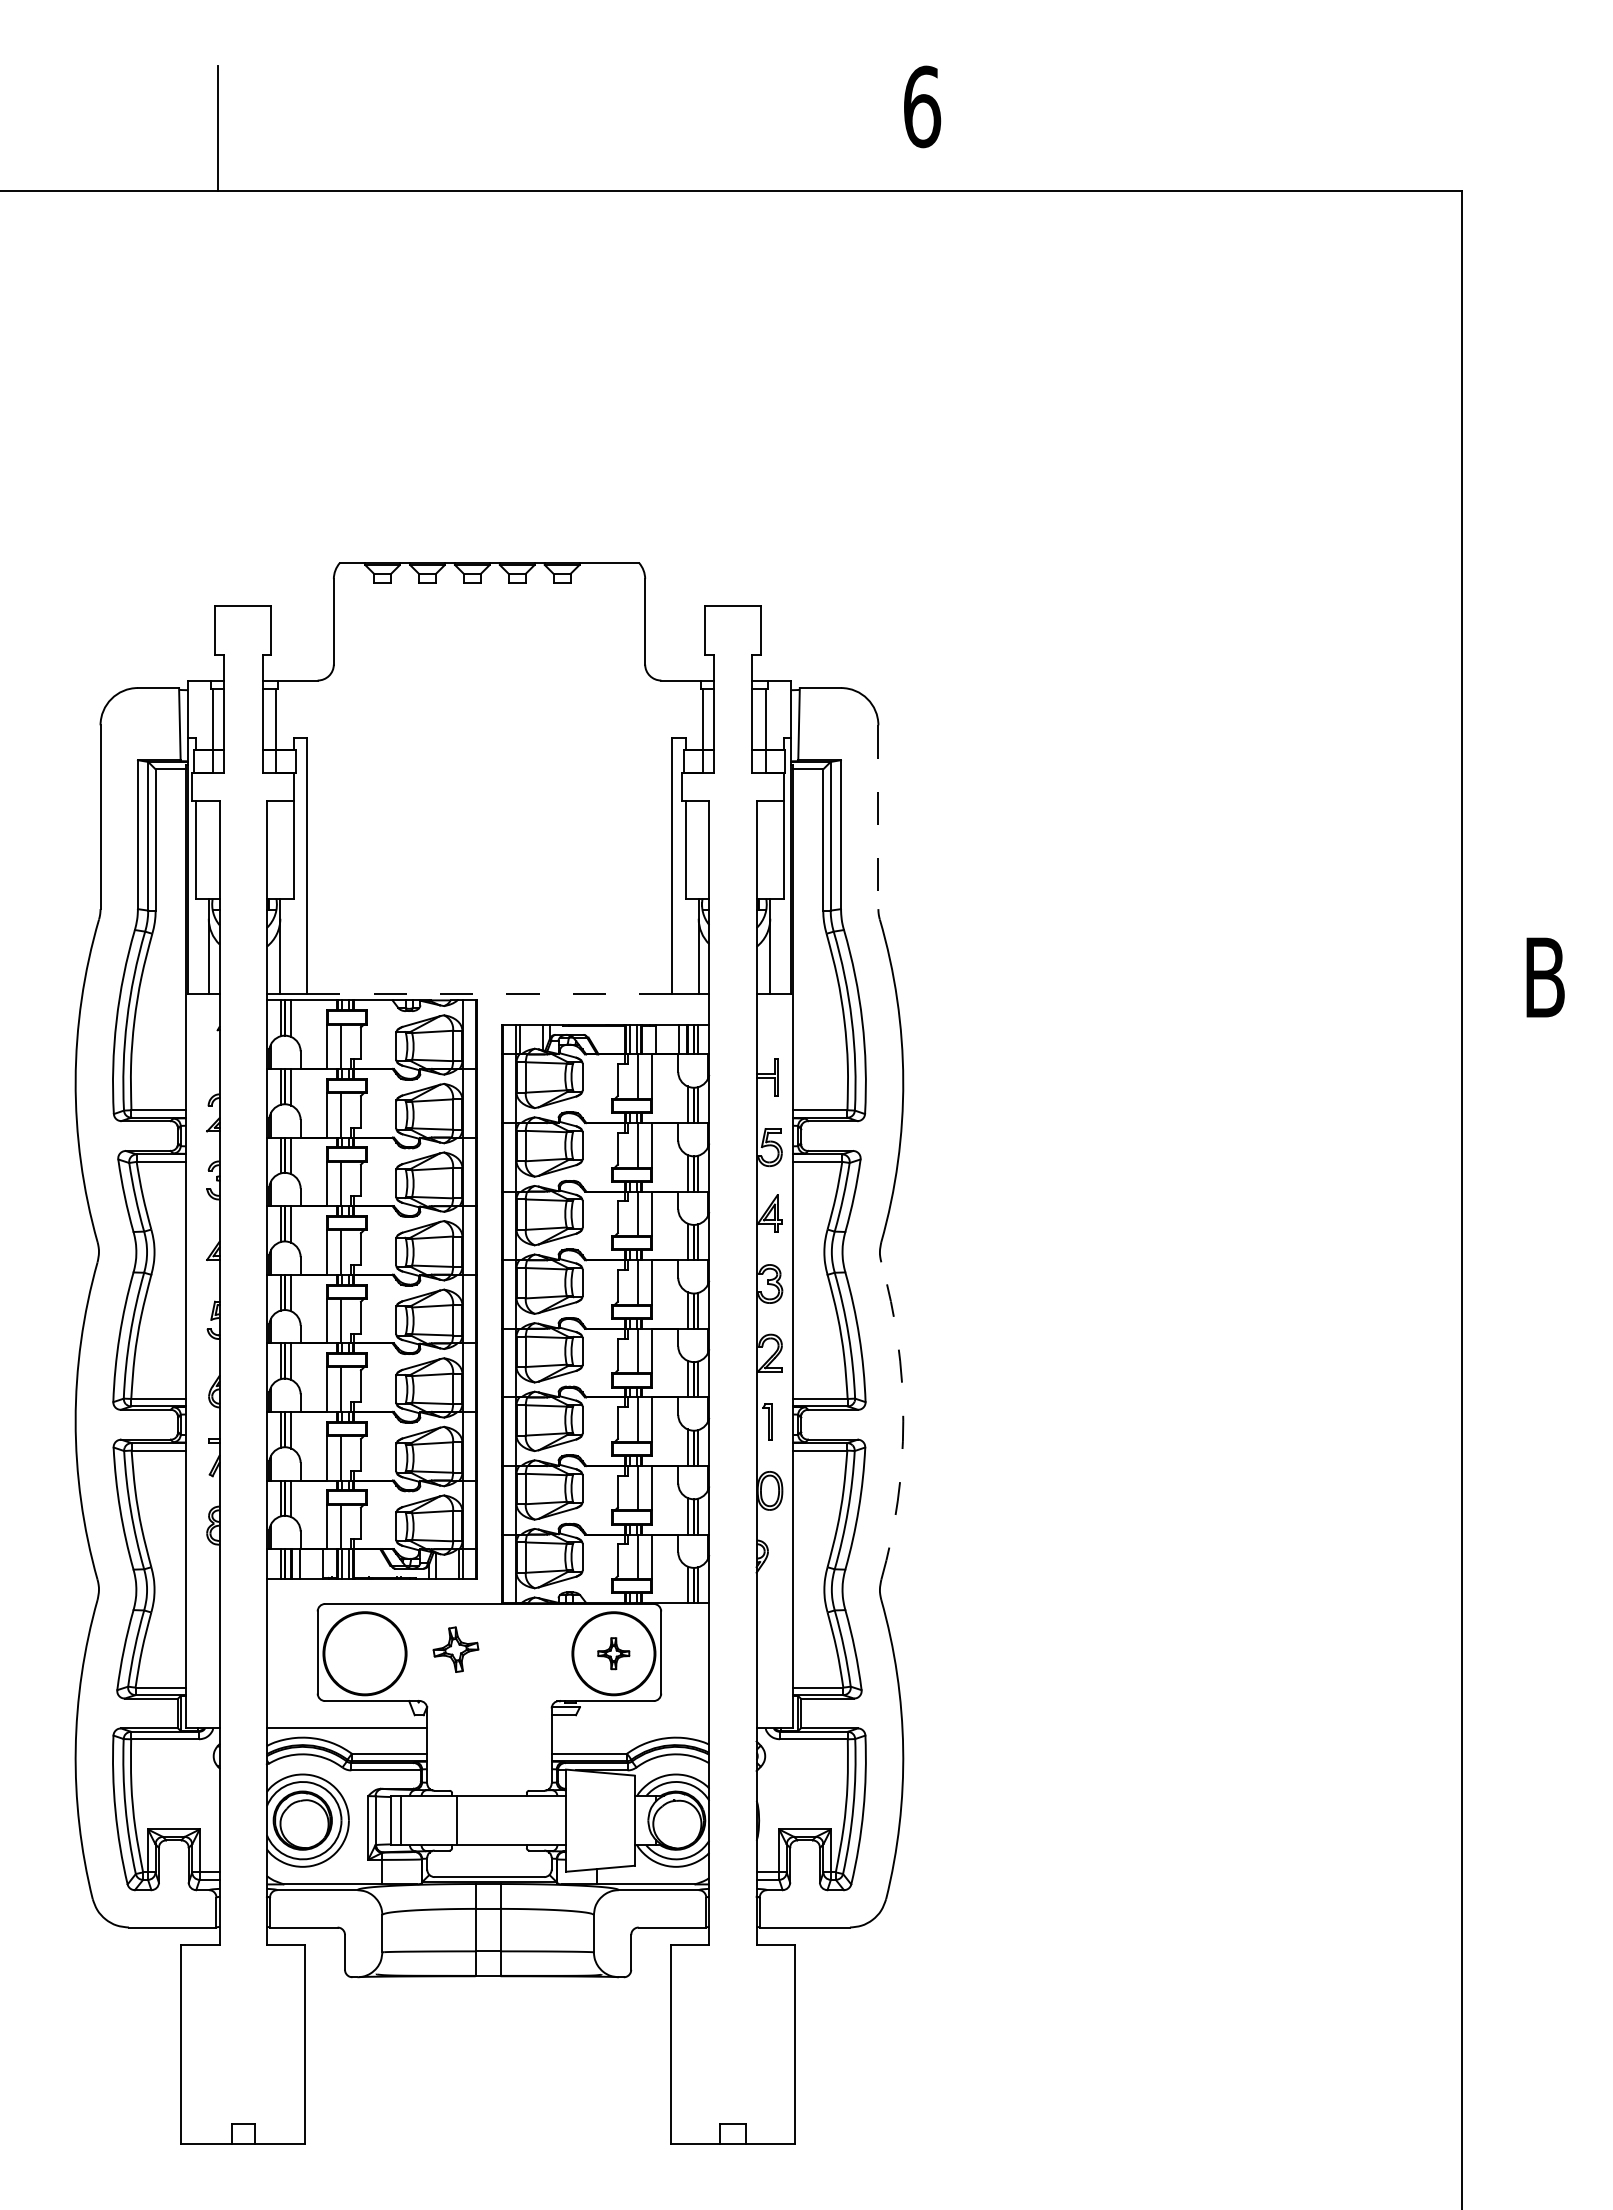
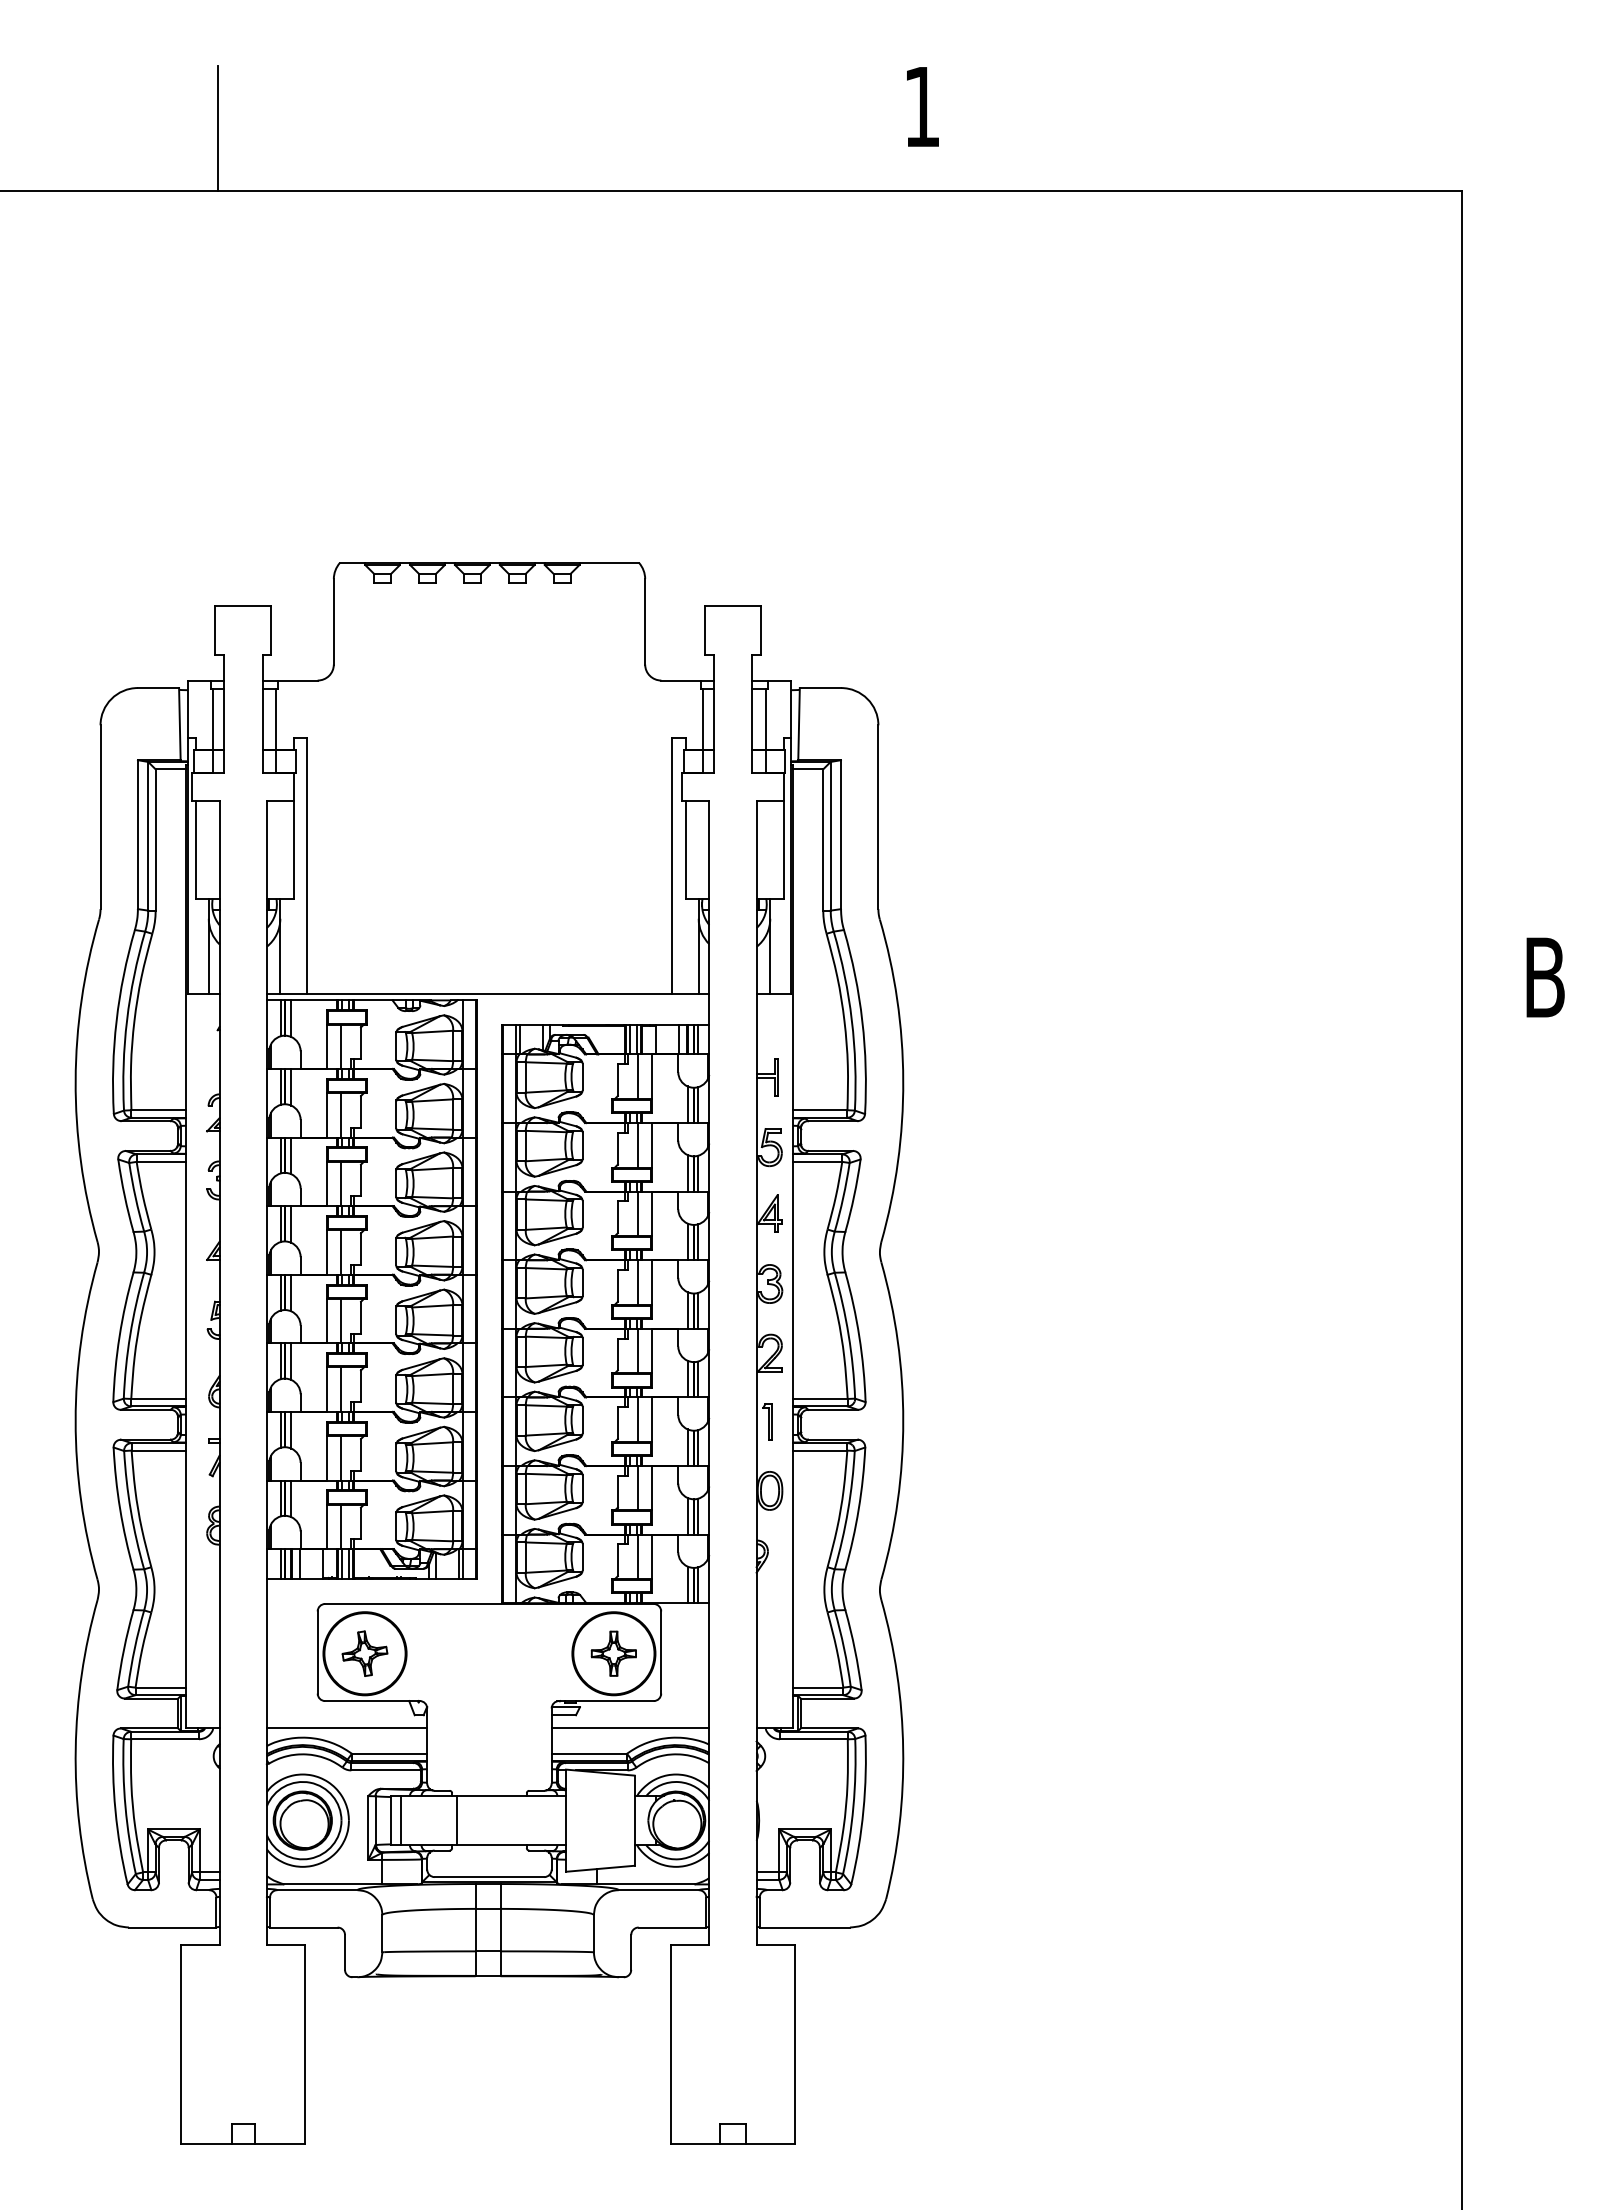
text at (922, 106): 6 -> 1
line at (878, 817): dashed -> solid
line at (490, 994): dashed -> solid
arc at (903, 1421): dashed -> solid
part at (455, 1649) position: (455, 1649) -> (364, 1653)
part at (613, 1653) size: 34x34 px -> 47x47 px
line at (630, 1728): none -> present
